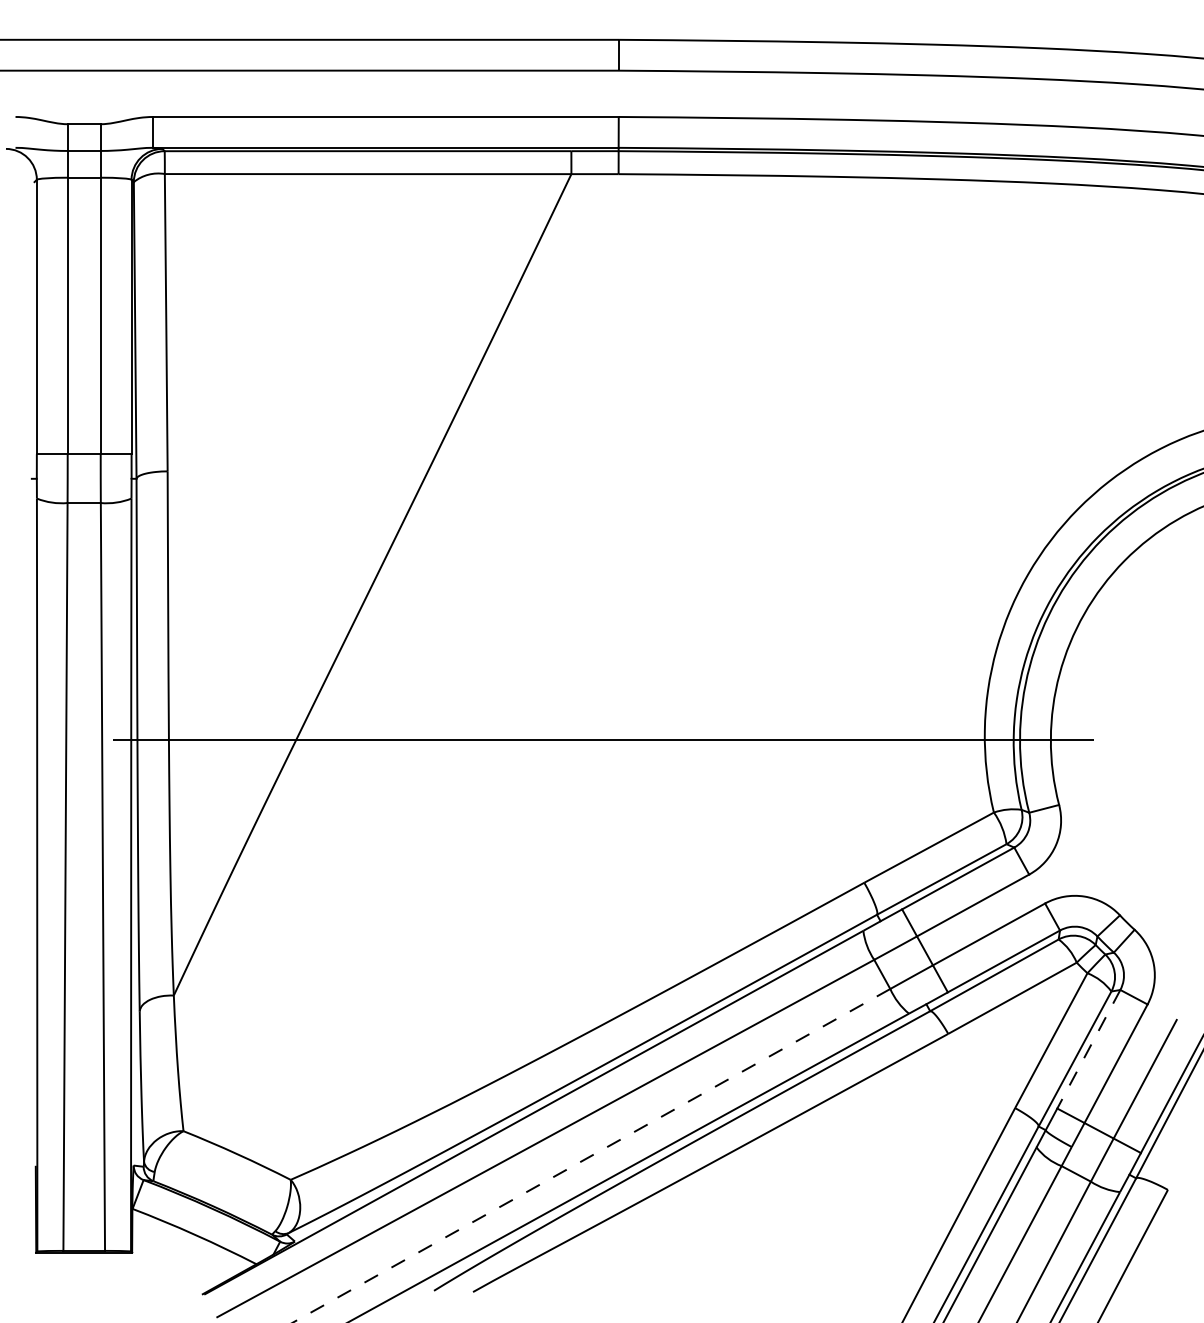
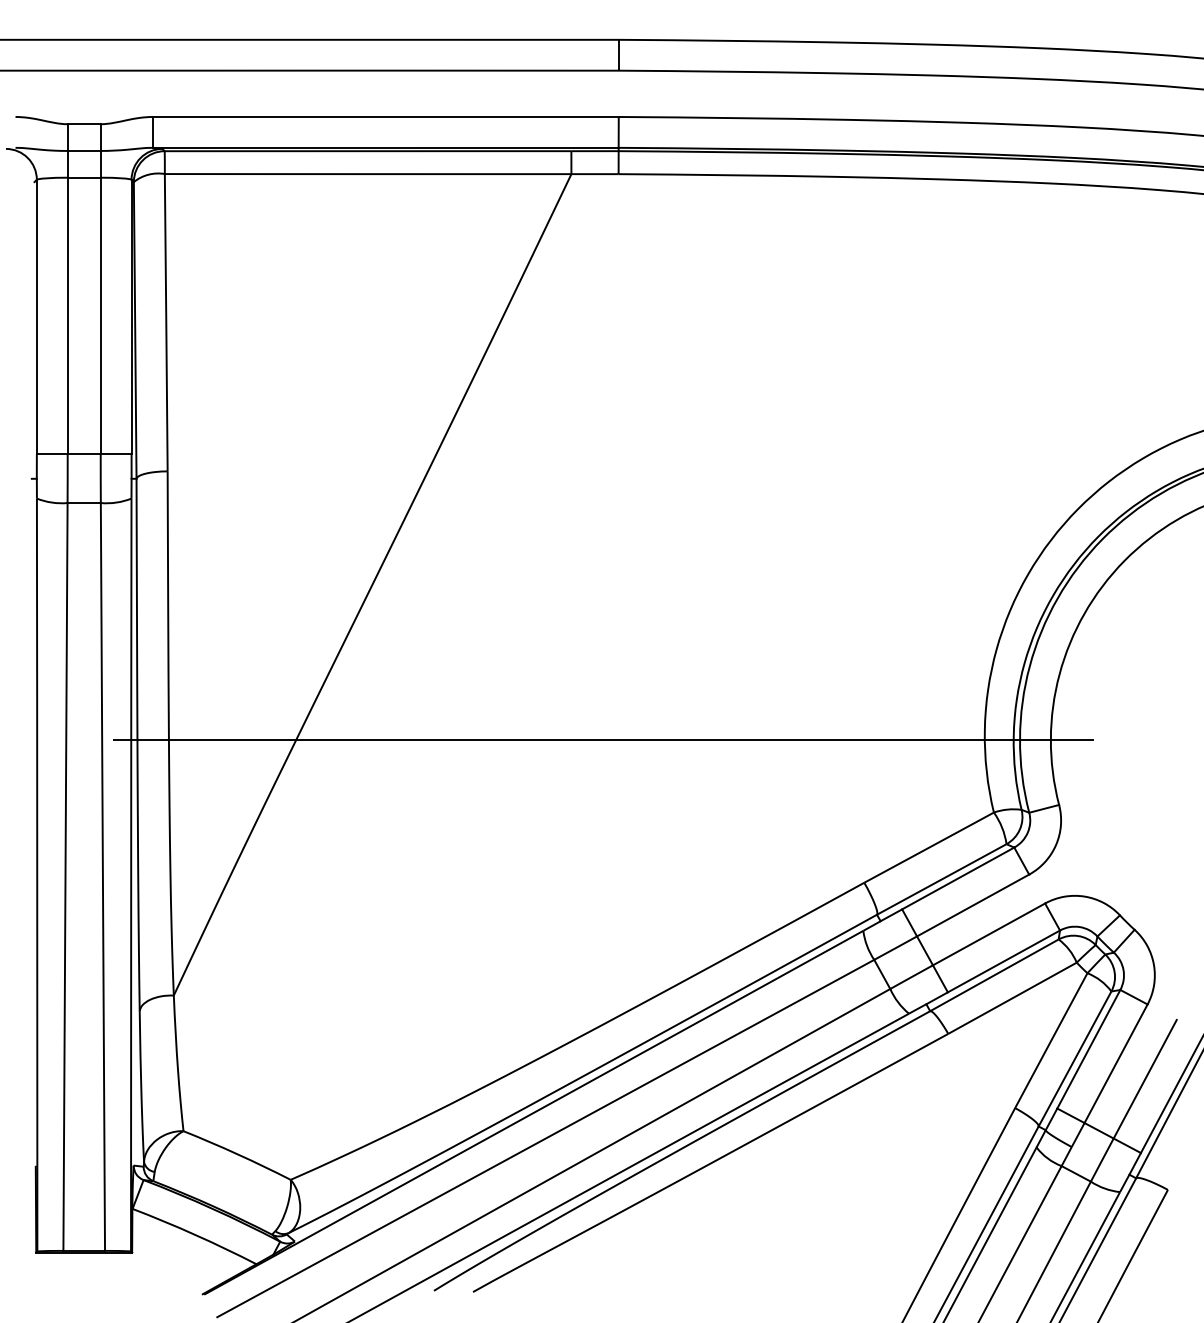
line at (1088, 1049): dashed -> solid
line at (590, 1156): dashed -> solid
